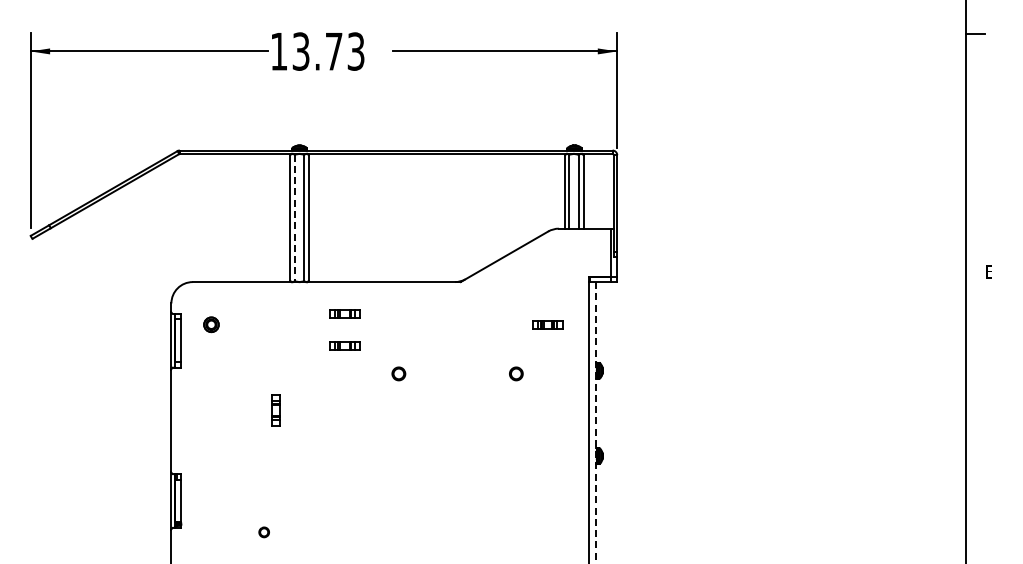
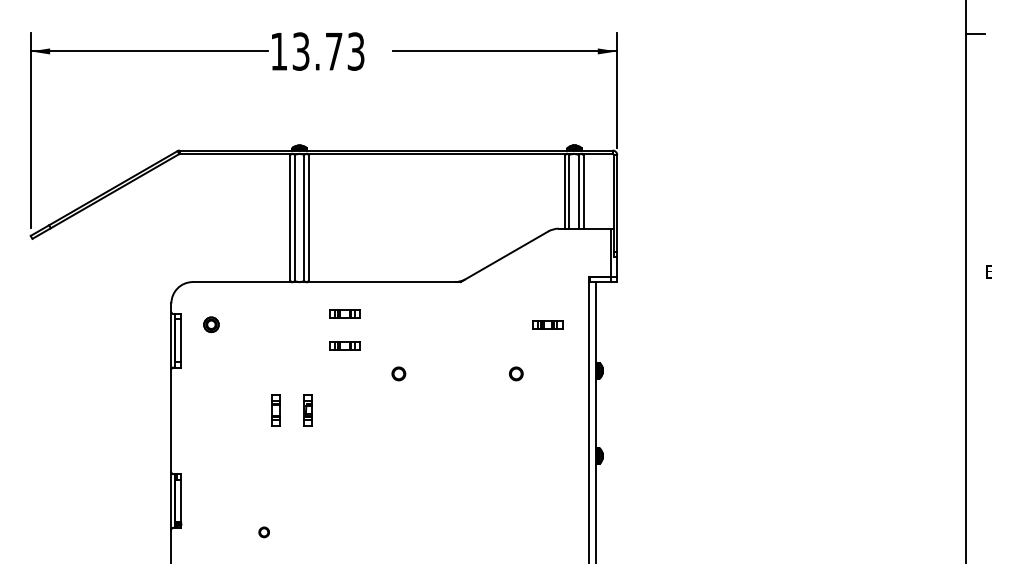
line at (294, 218): dashed -> solid
part at (307, 410): none -> present
line at (595, 422): dashed -> solid
